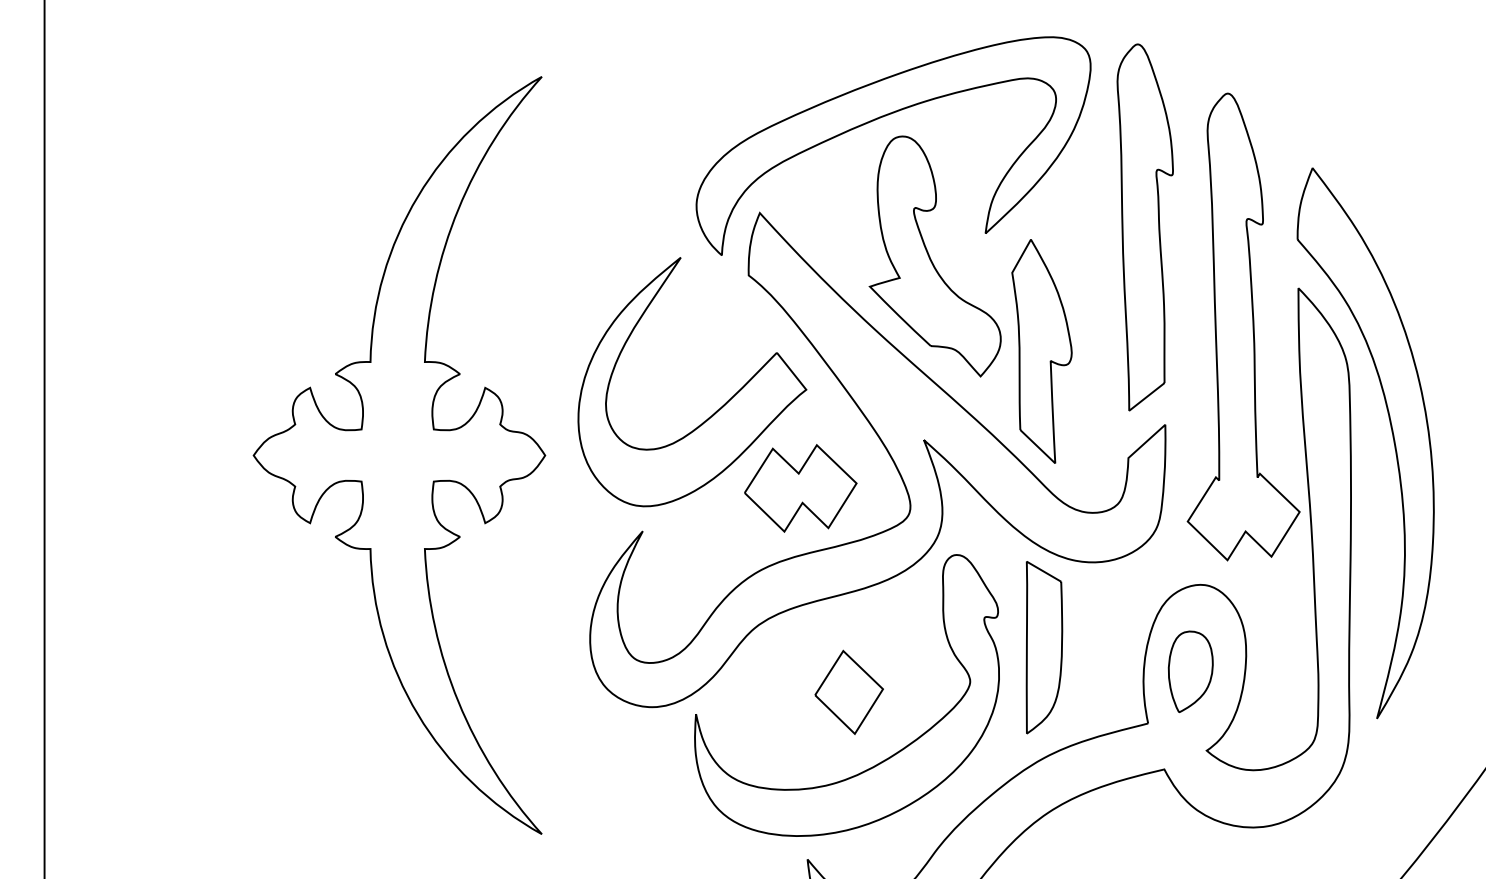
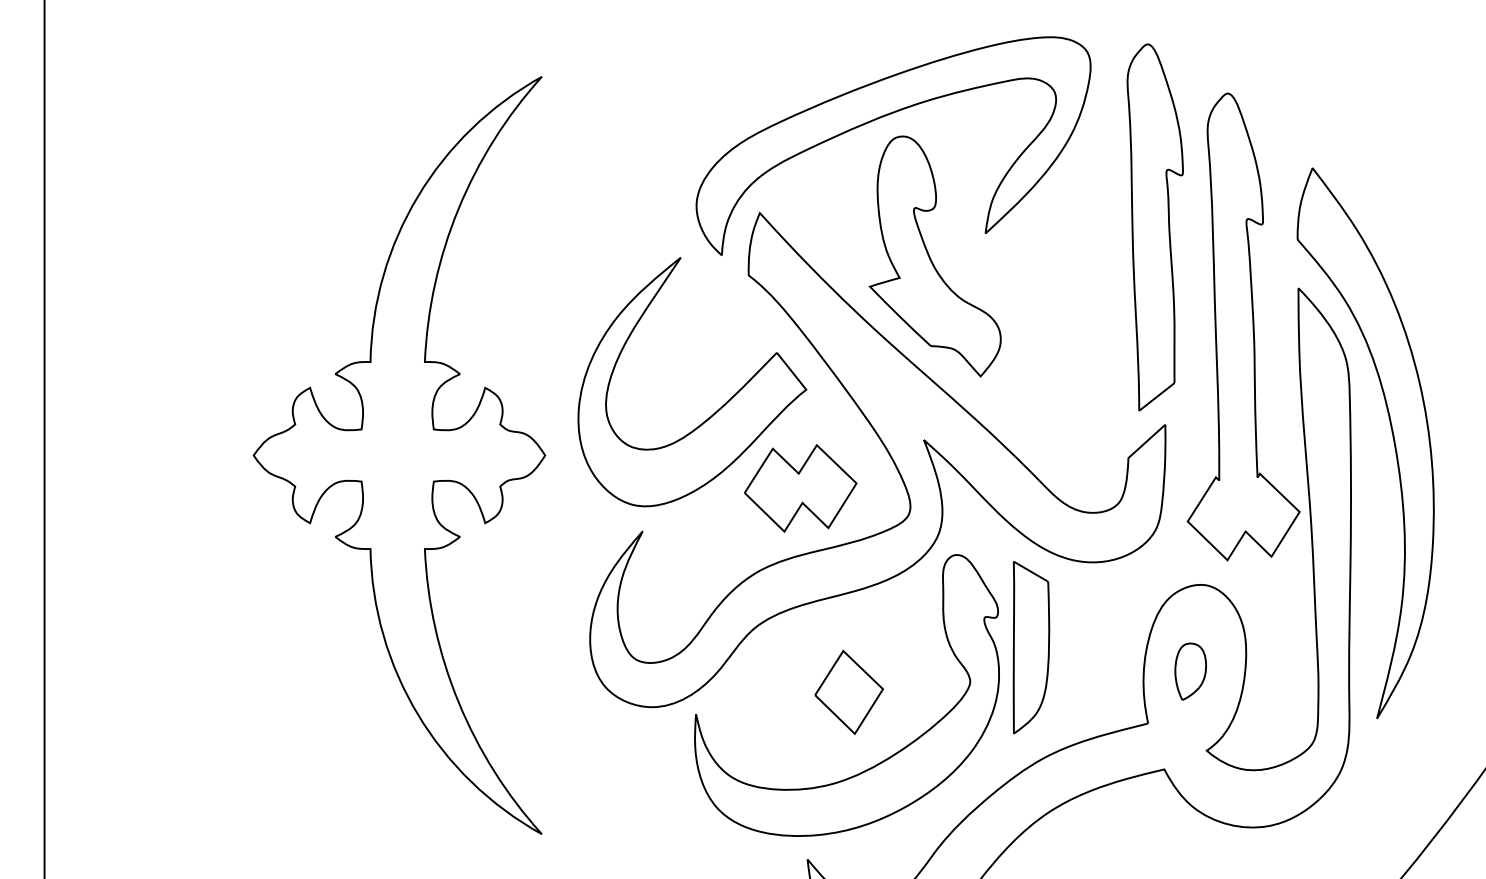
part at (1144, 227) position: (1144, 227) -> (1154, 227)
part at (1041, 351): present -> none
part at (1044, 647) position: (1044, 647) -> (1031, 647)
part at (1190, 671) size: 47x83 px -> 33x59 px
